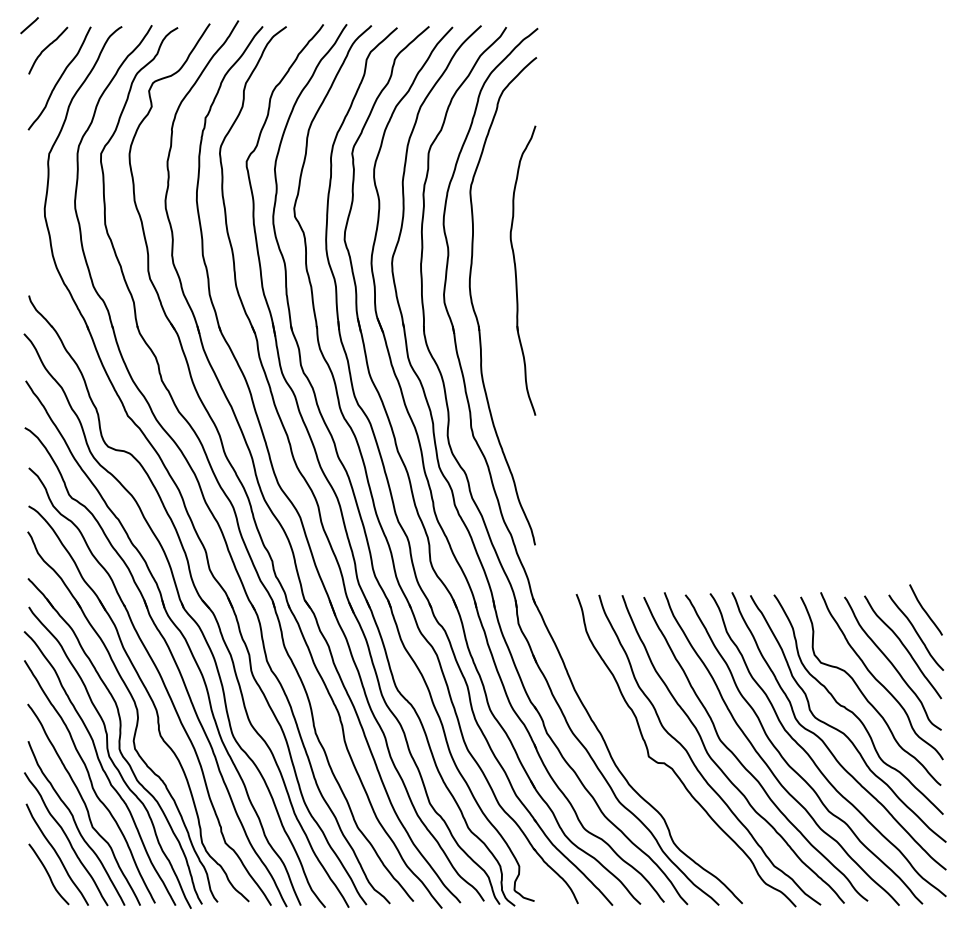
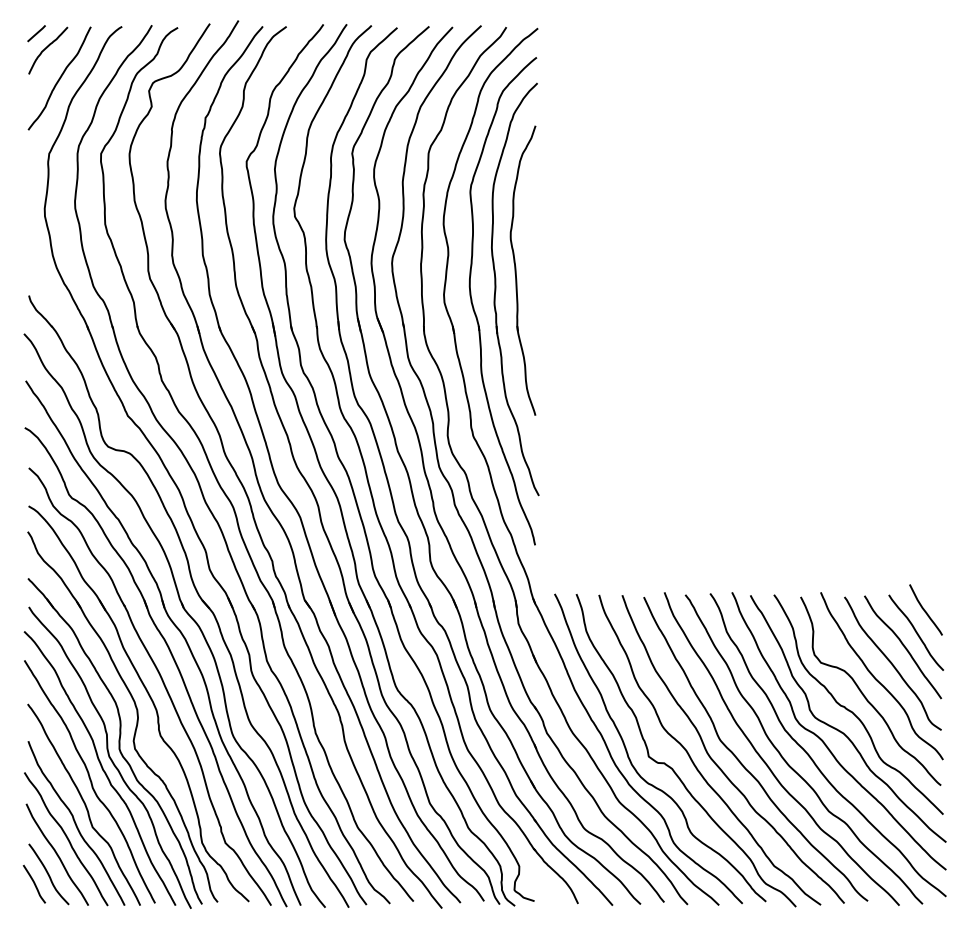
line at (29, 25) position: (29, 25) -> (36, 33)
part at (496, 289): none -> present
curve at (630, 758): none -> present
line at (34, 883): none -> present
